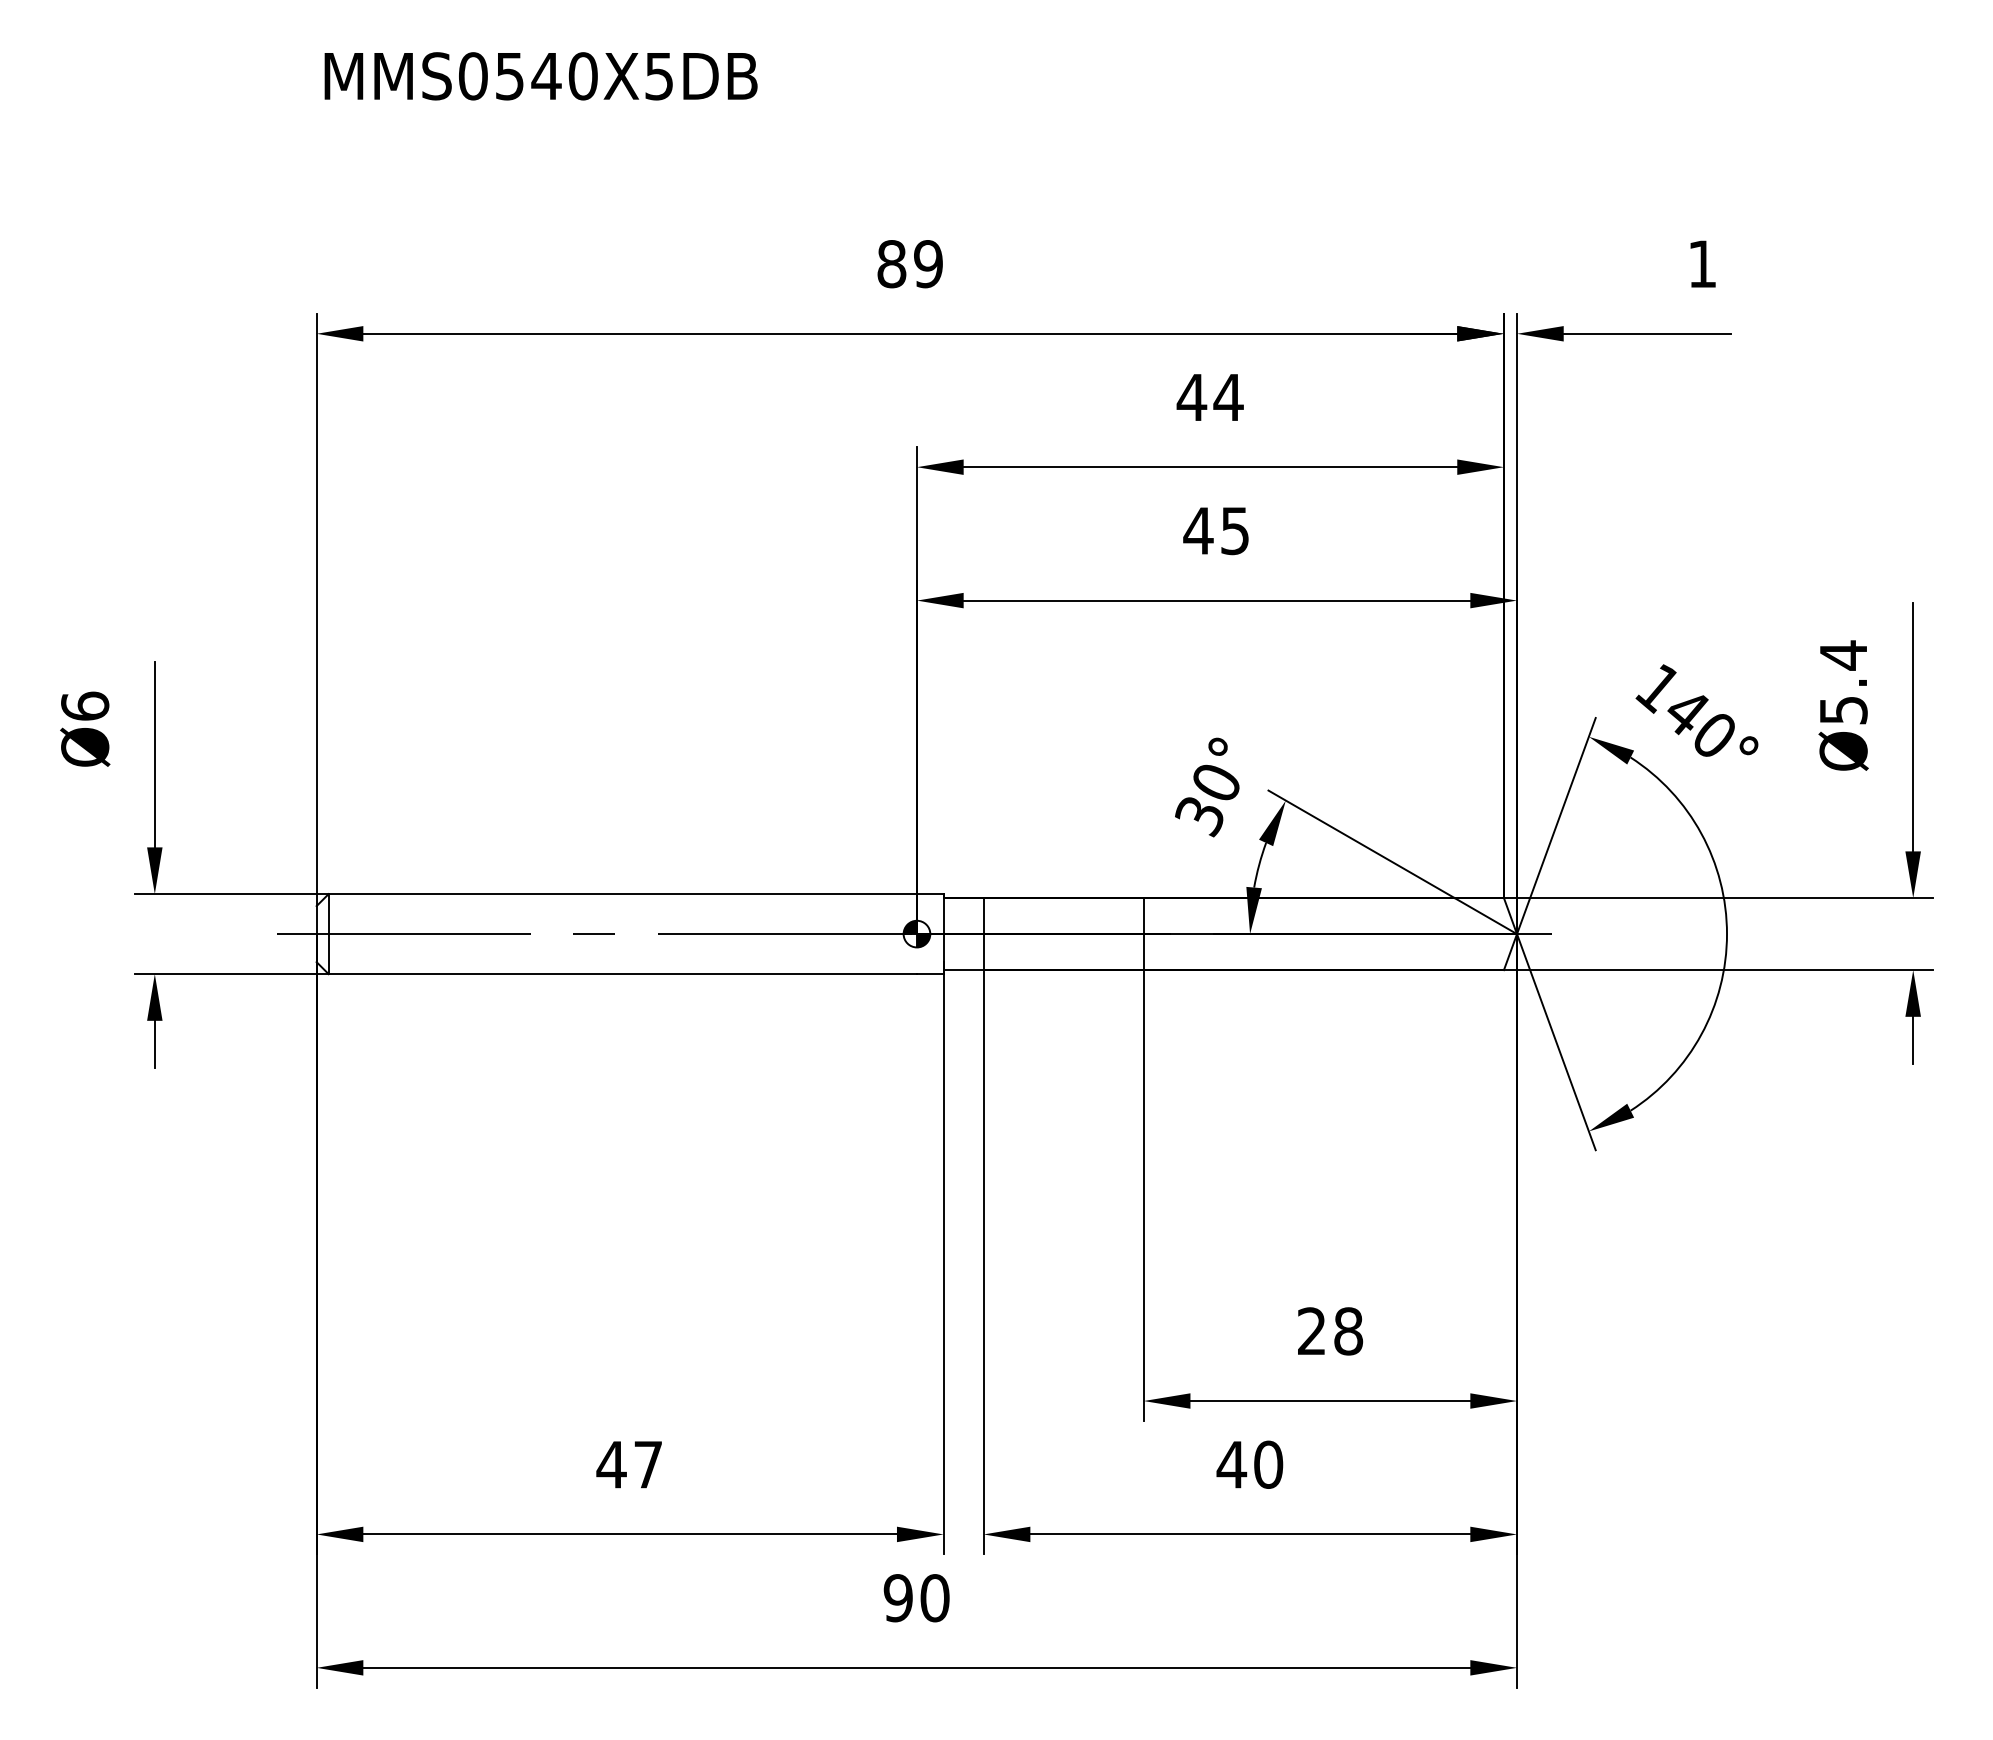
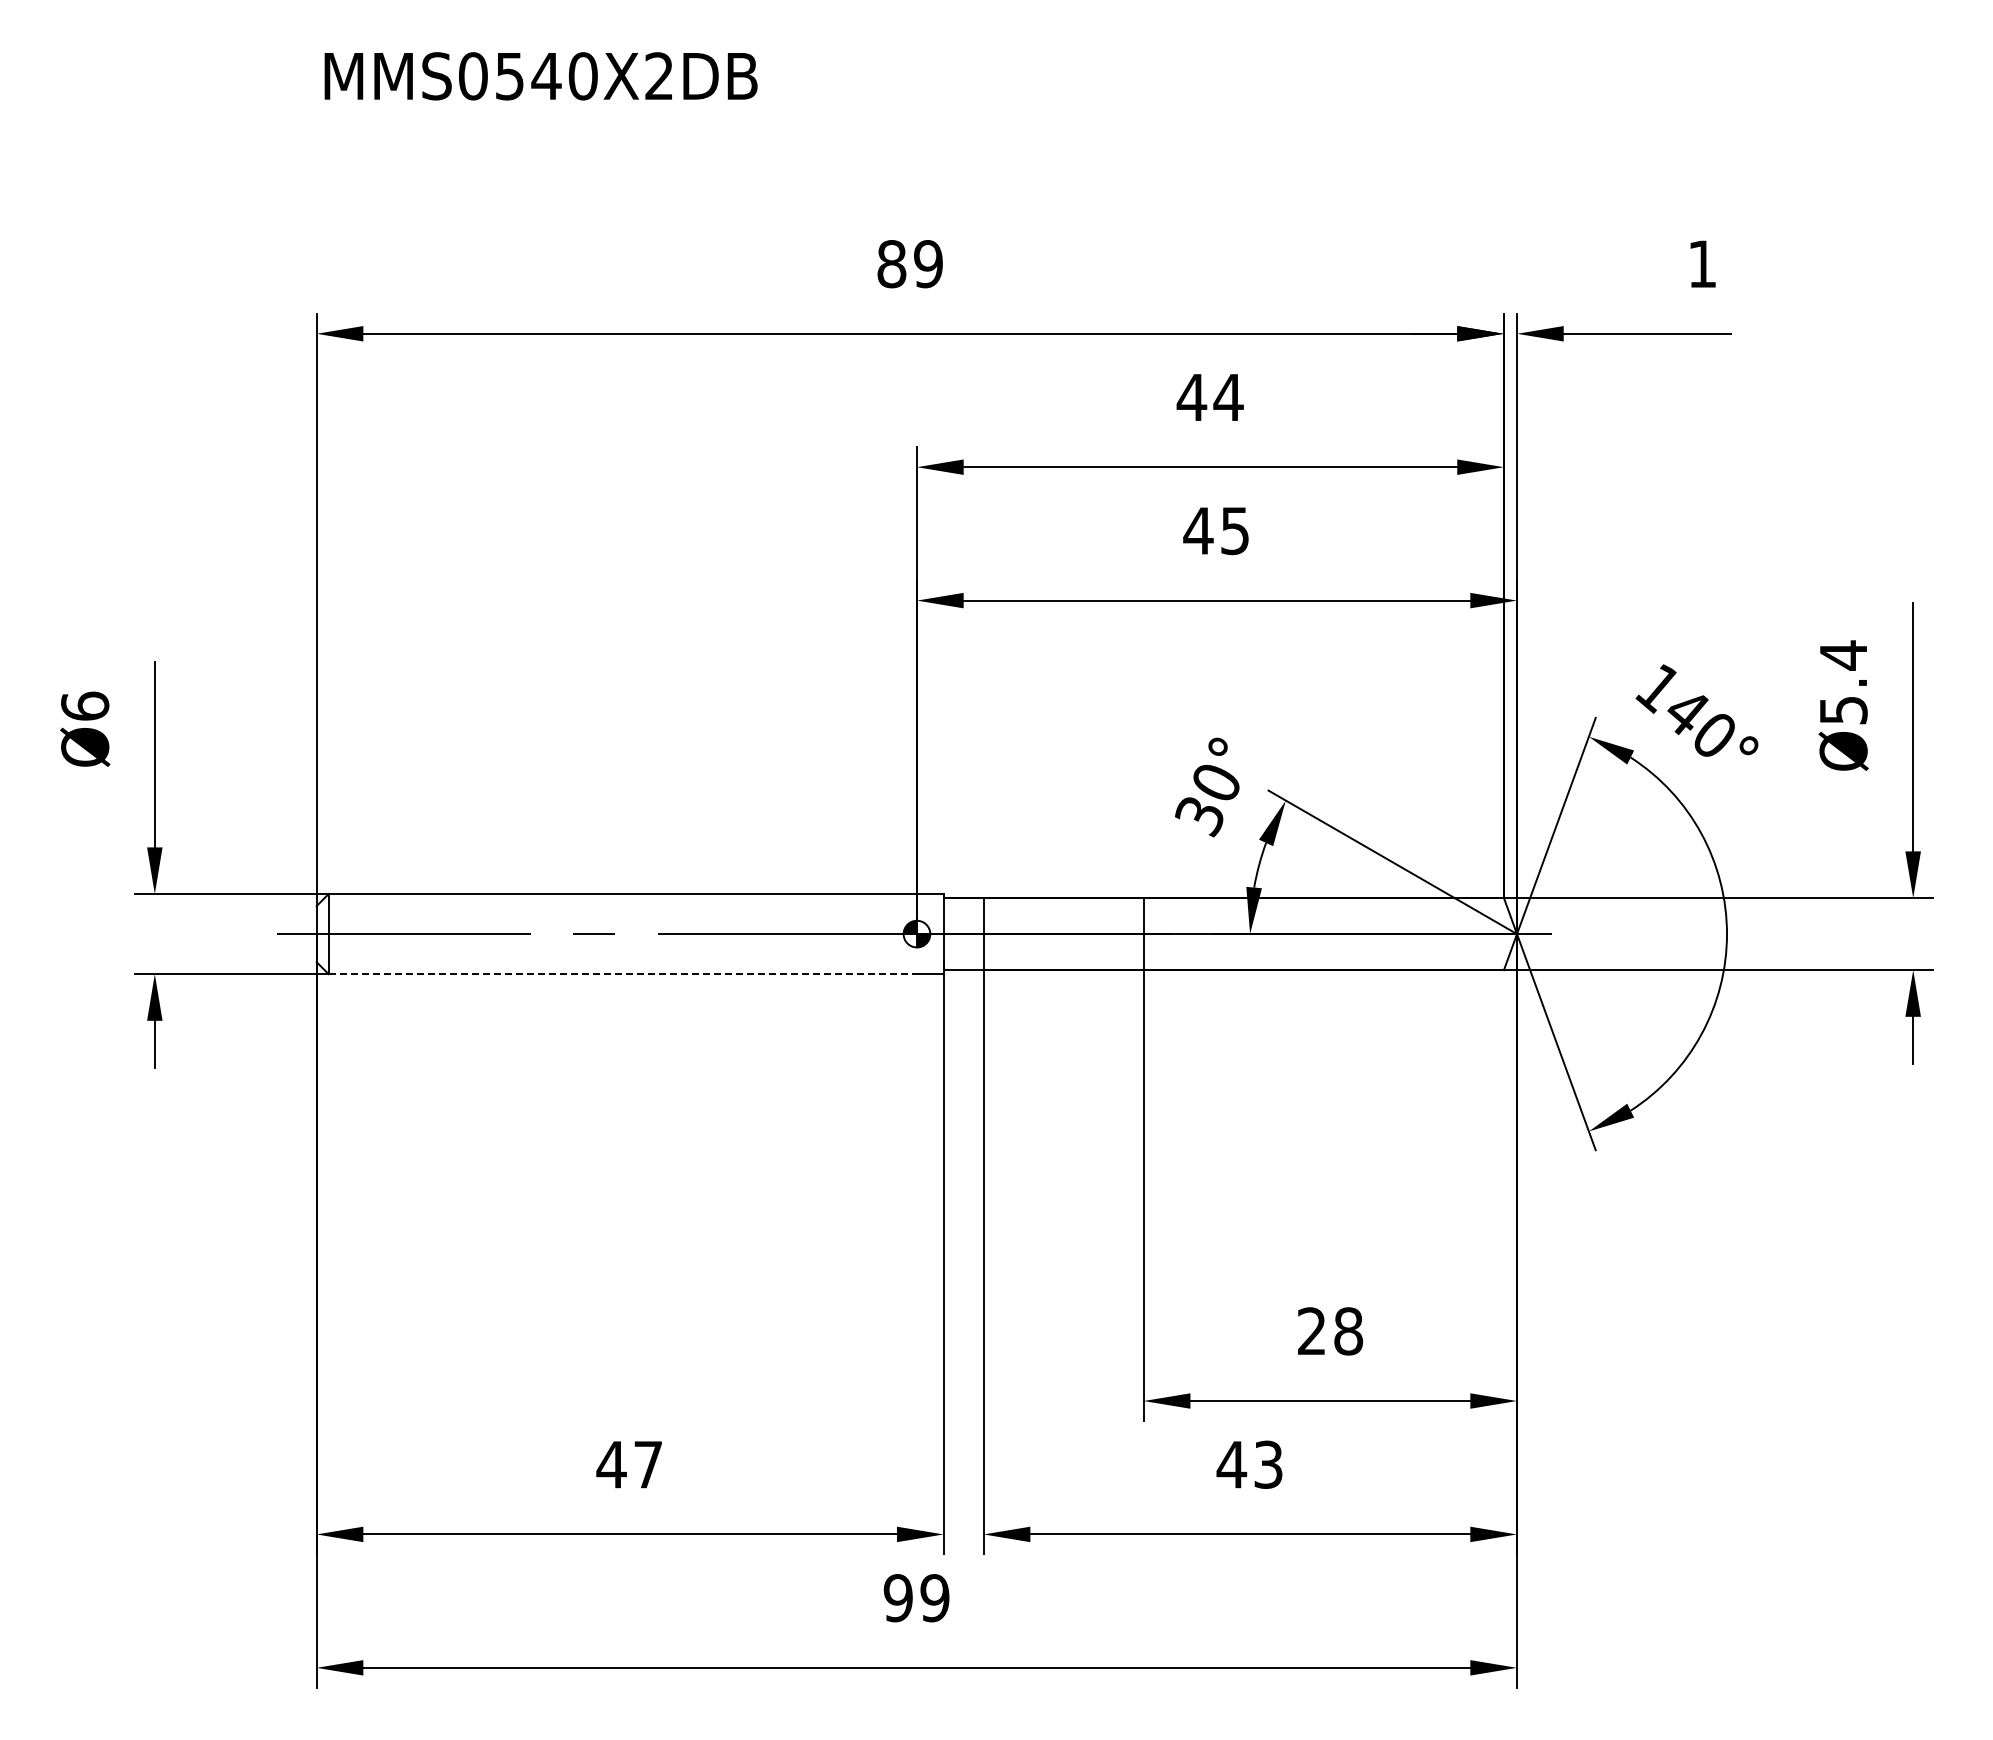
text at (658, 76): MMS0540X5DB -> MMS0540X2DB
line at (623, 974): solid -> dashed
text at (1268, 1464): 40 -> 43
text at (934, 1598): 90 -> 99
